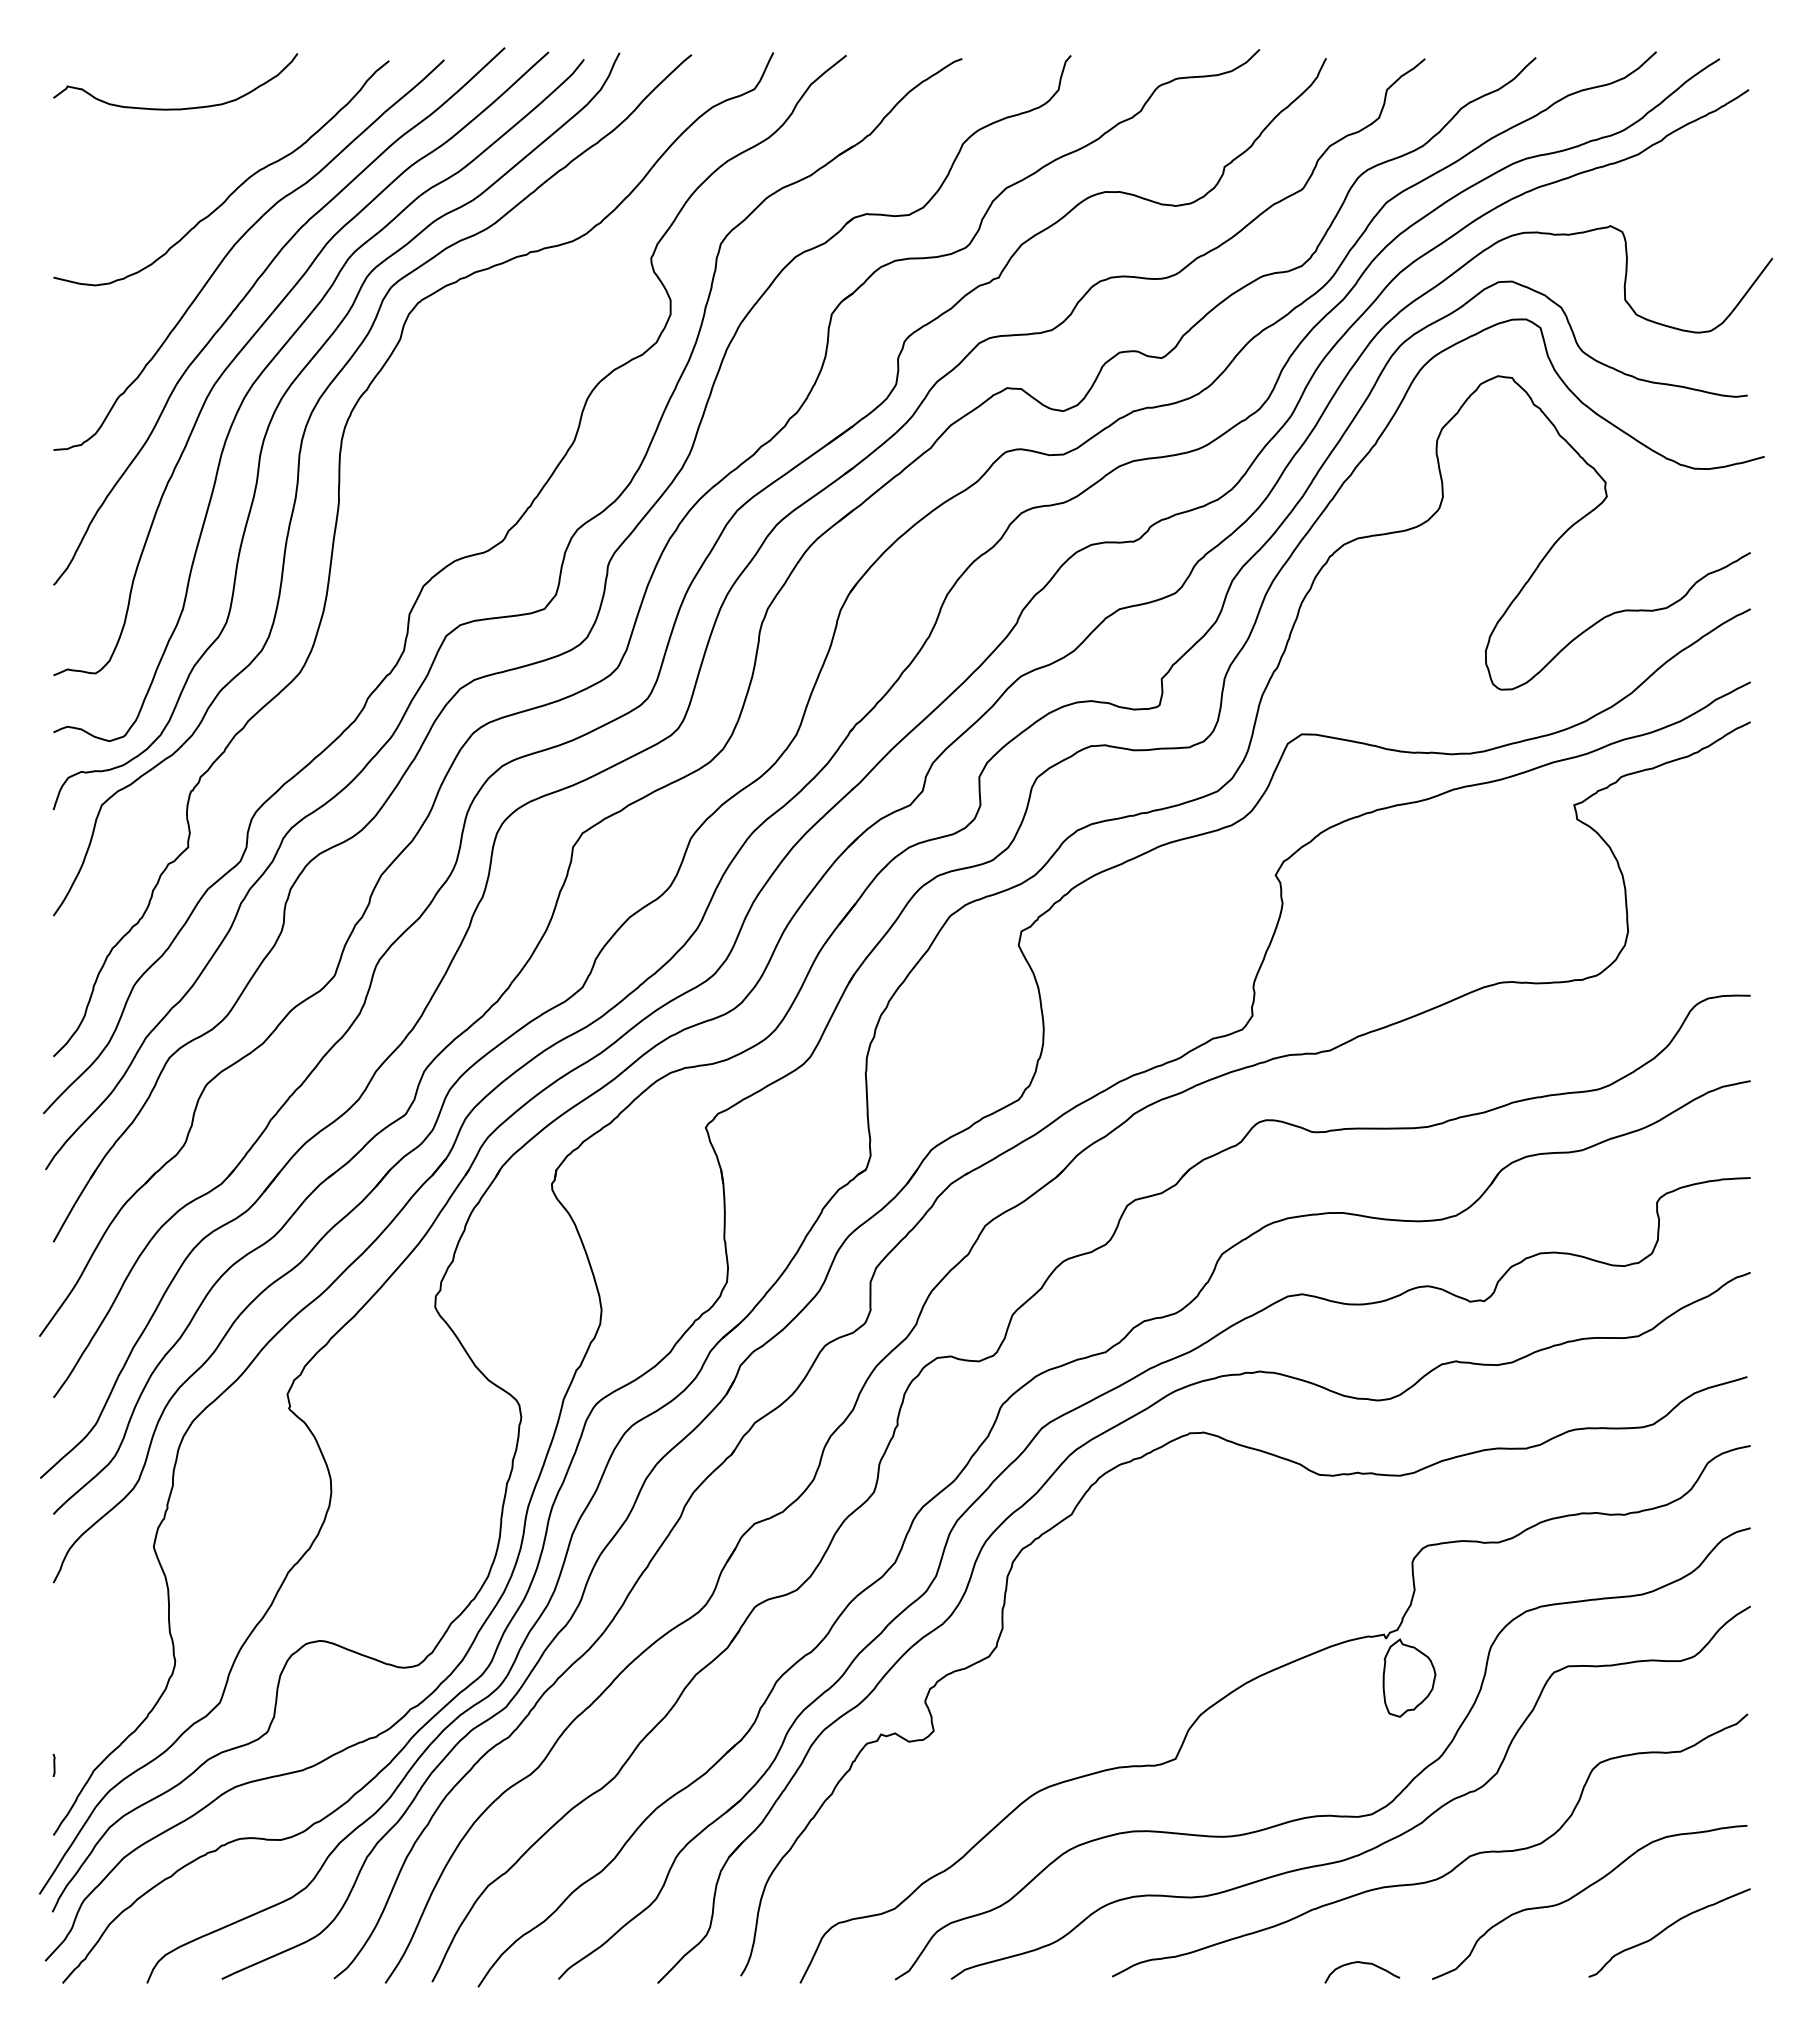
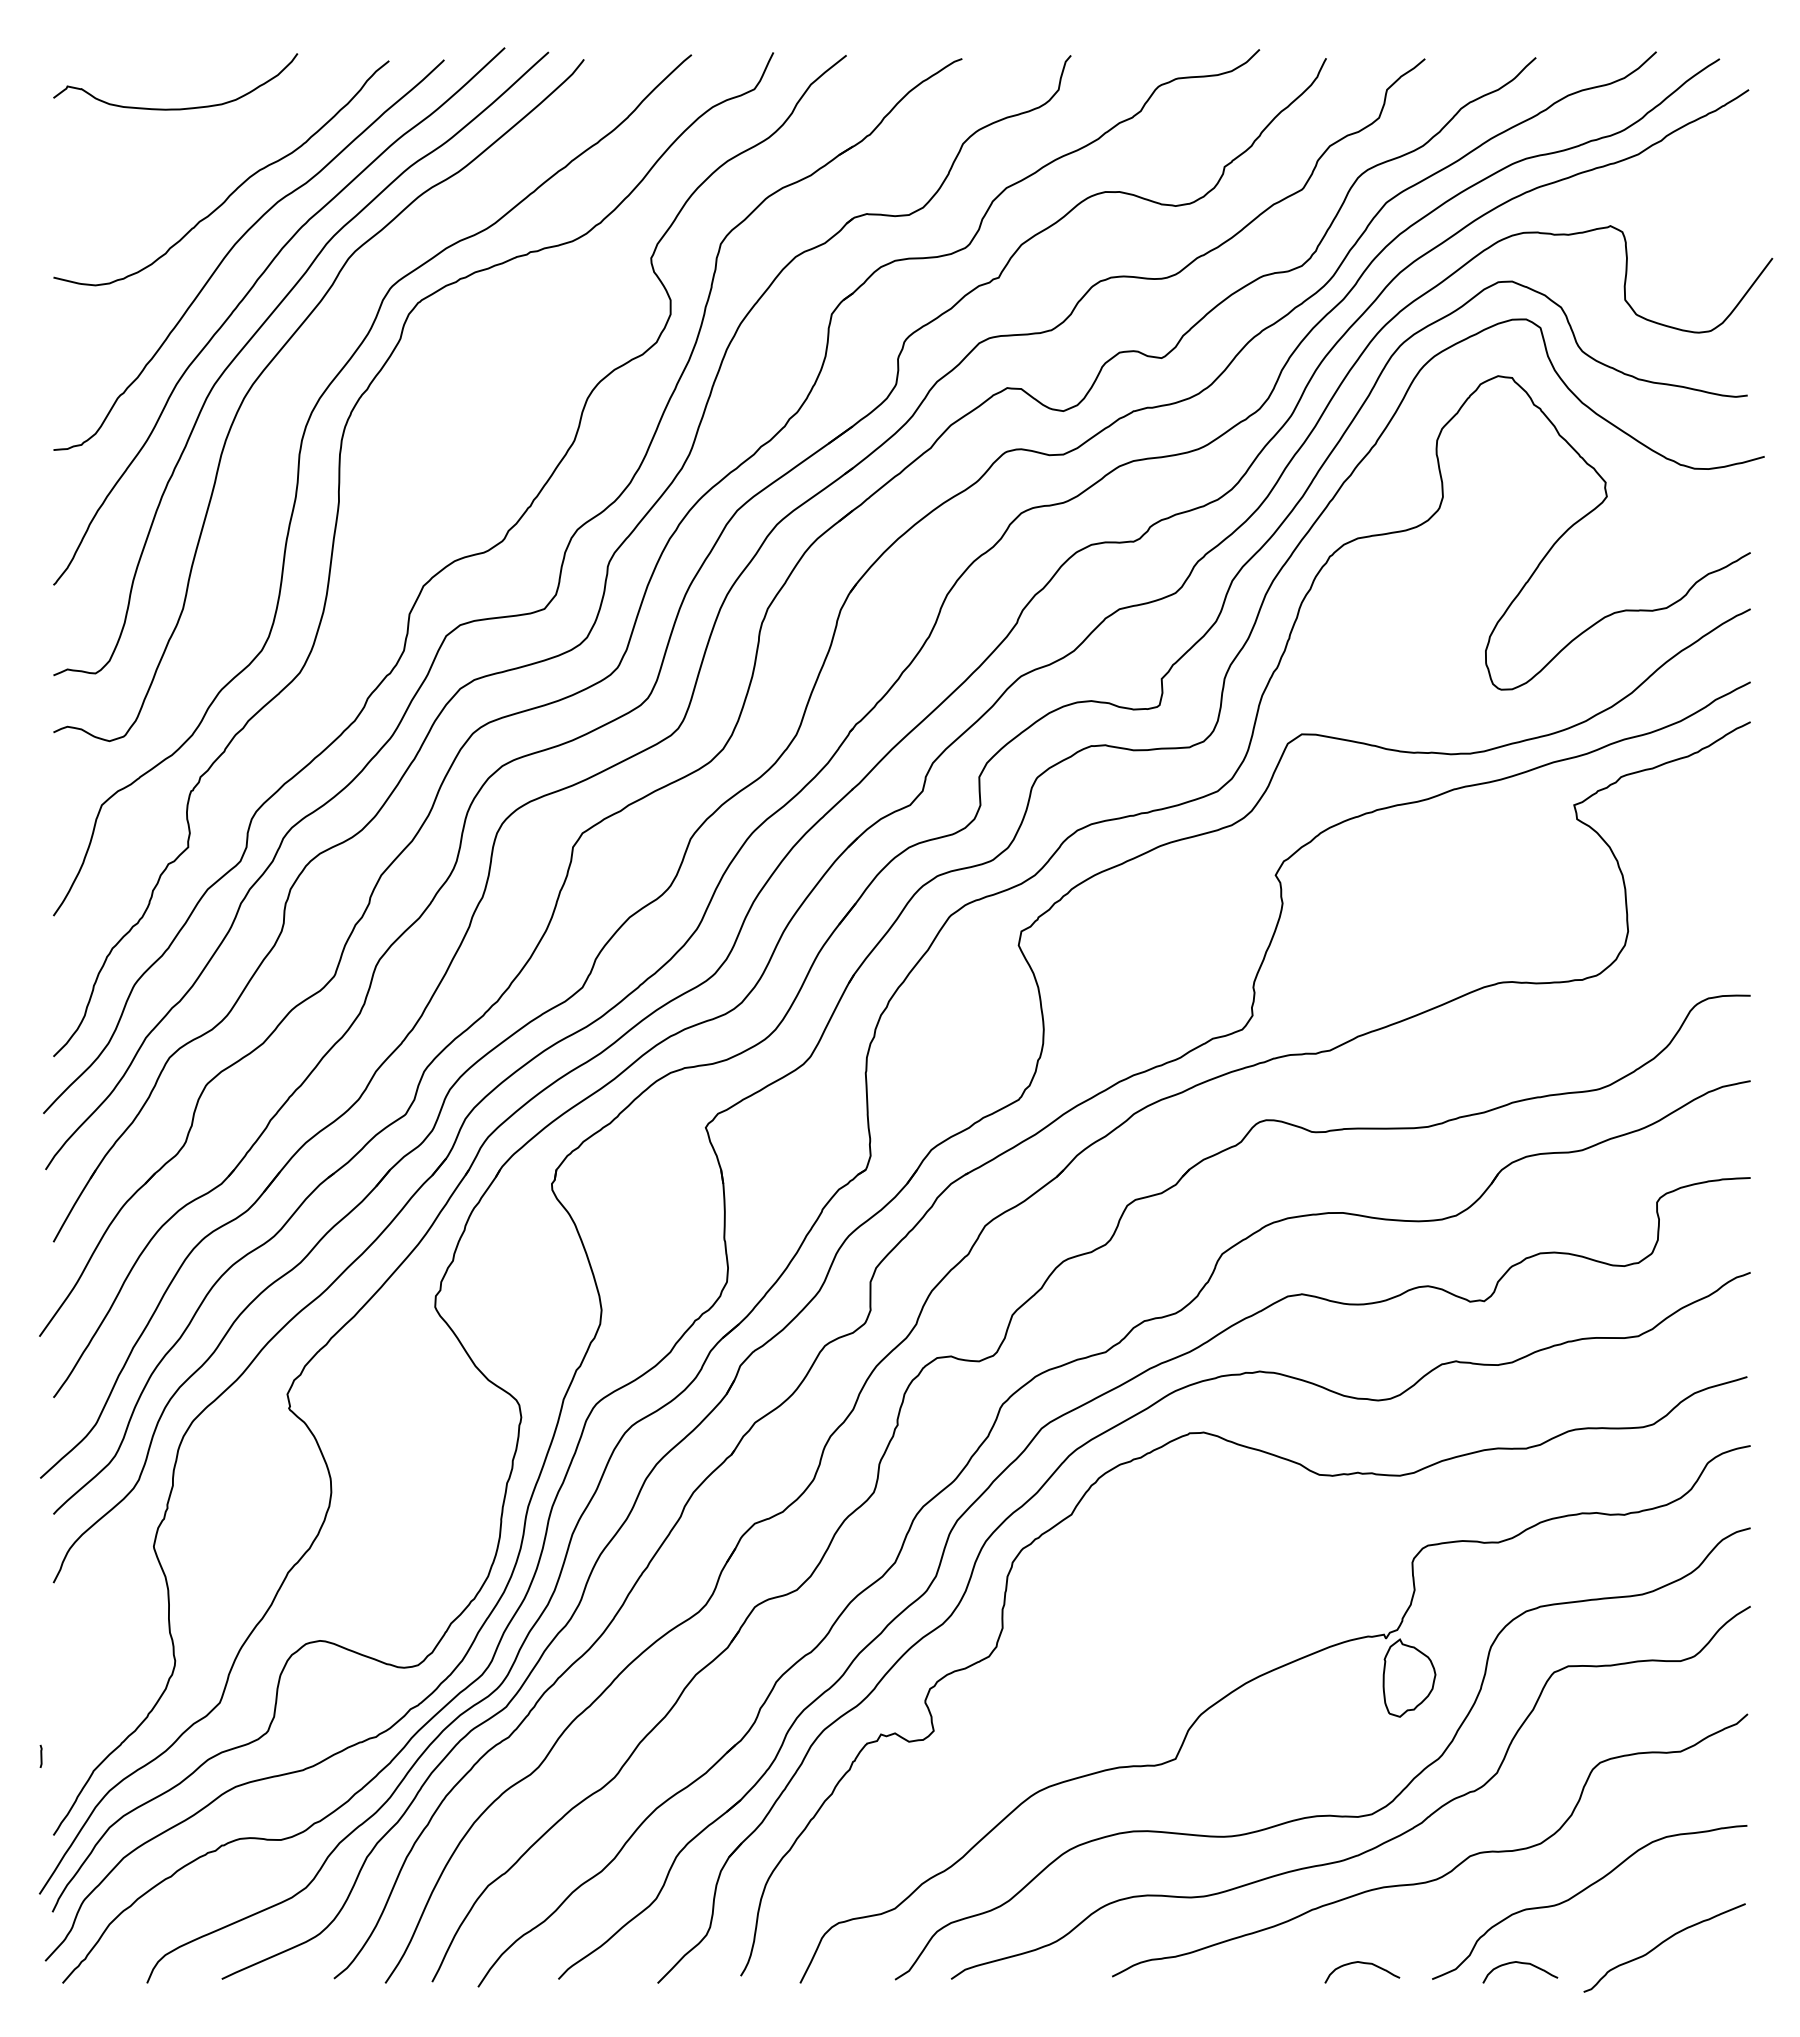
curve at (280, 403): present -> none
line at (53, 1764) position: (53, 1764) -> (40, 1755)
curve at (1666, 1929) position: (1666, 1929) -> (1661, 1944)
curve at (1523, 1964): none -> present
